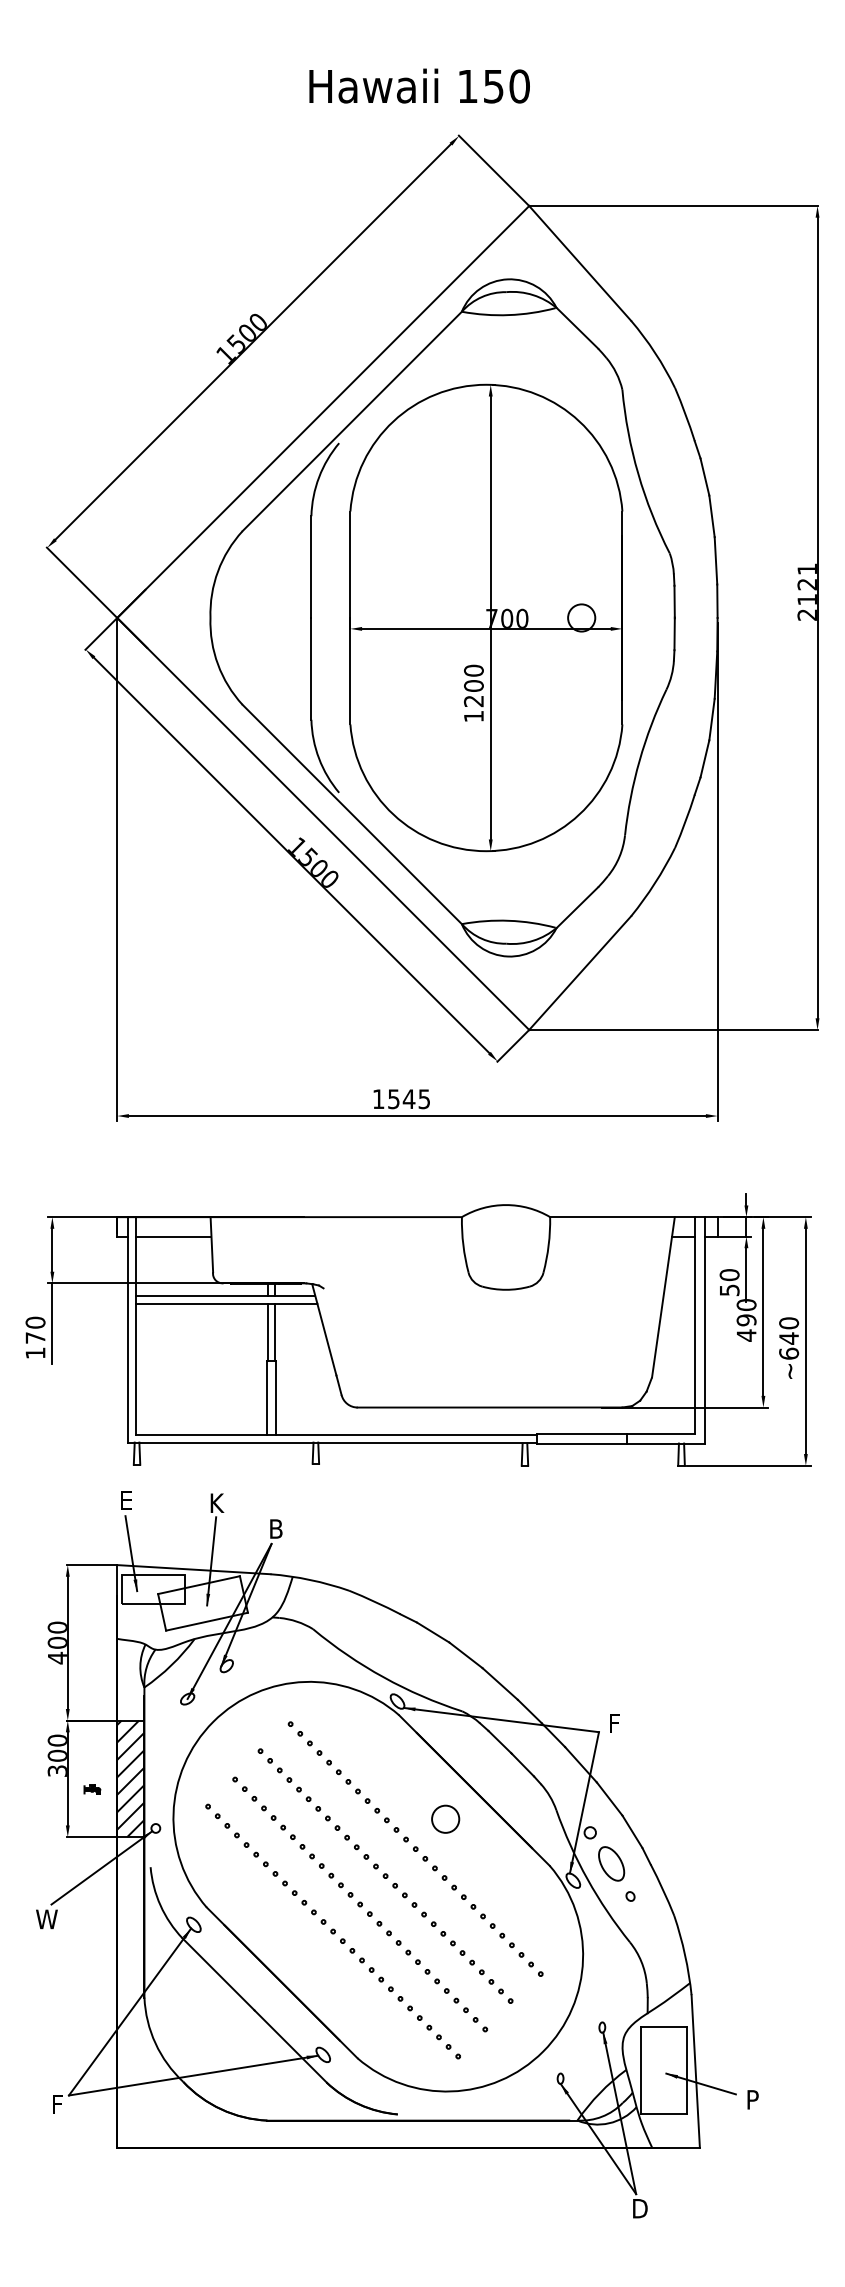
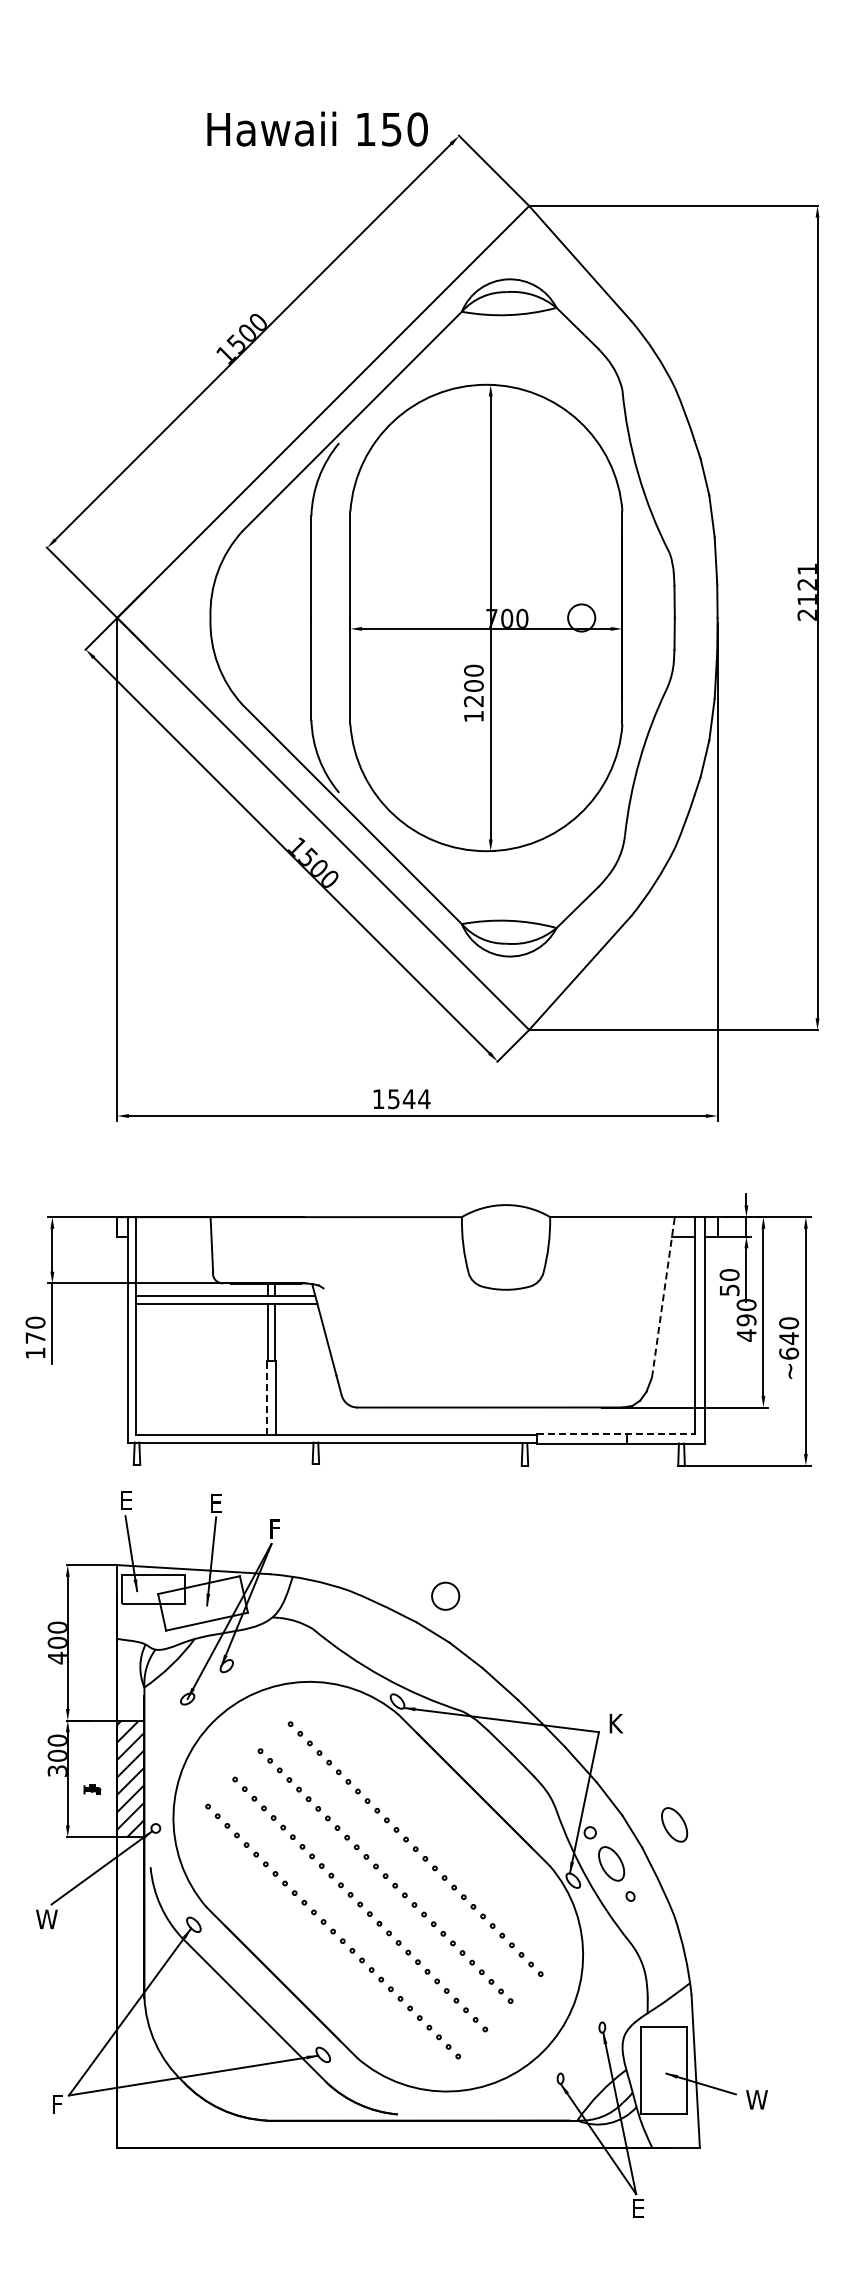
text at (419, 85) position: (419, 85) -> (317, 128)
text at (424, 1099): 1545 -> 1544
line at (173, 1236): present -> none
line at (663, 1297): solid -> dashed
line at (266, 1397): solid -> dashed
line at (616, 1433): solid -> dashed
text at (217, 1502): K -> E
text at (276, 1528): B -> F
text at (616, 1723): F -> K
circle at (445, 1818) position: (445, 1818) -> (445, 1595)
part at (674, 1824): none -> present
text at (756, 2099): P -> W
text at (640, 2208): D -> E
